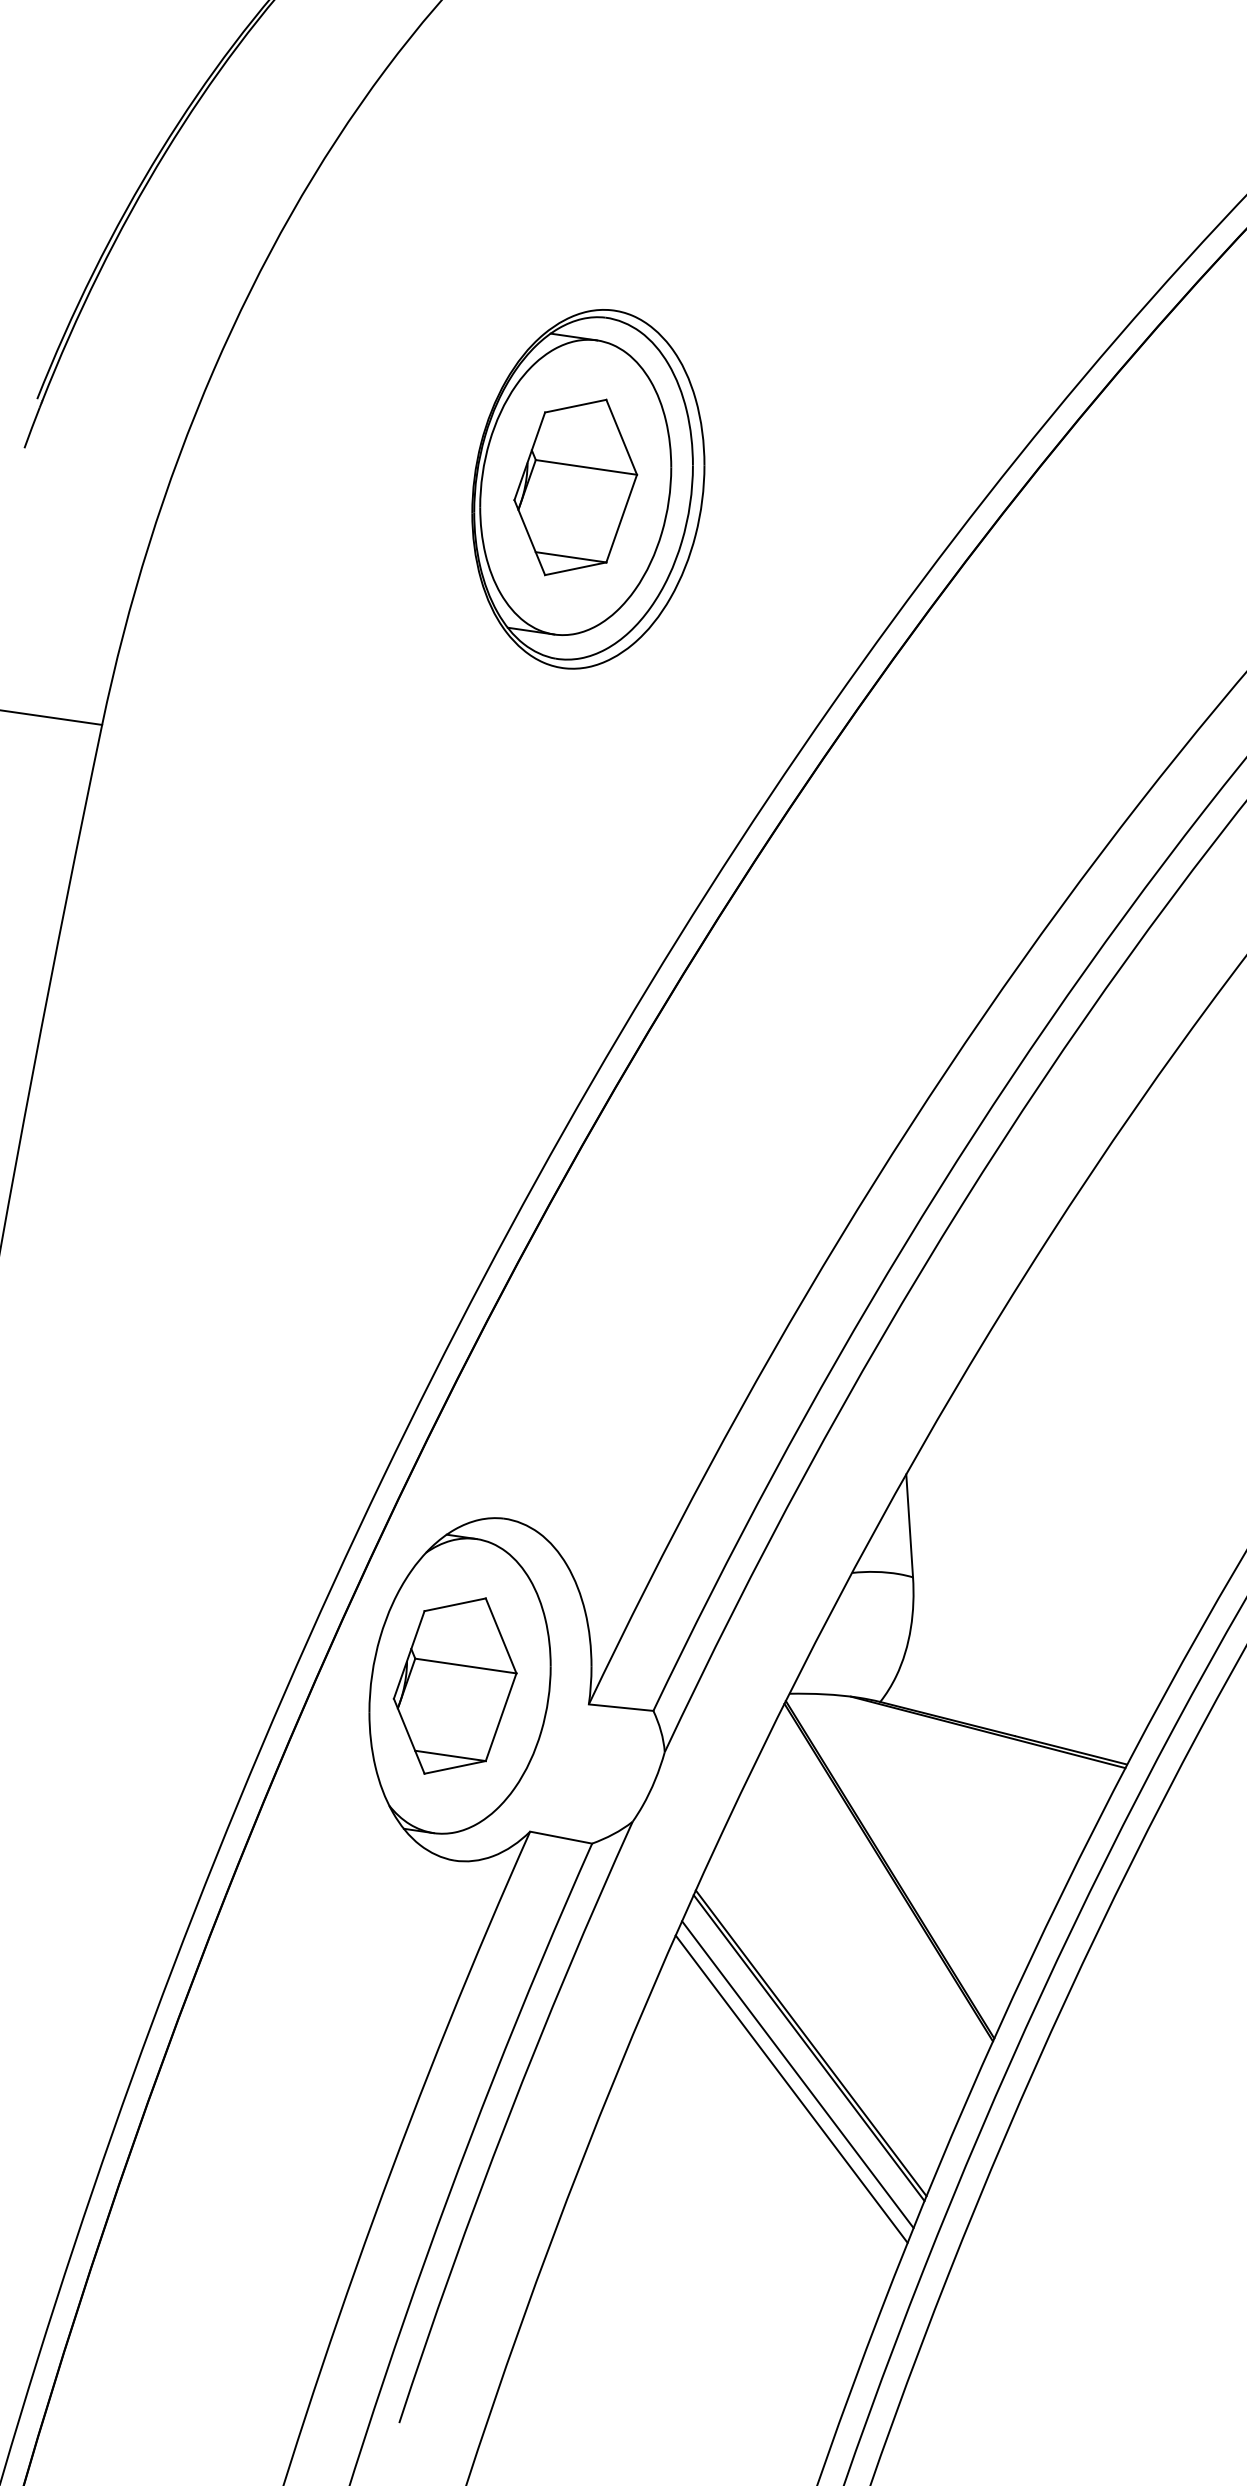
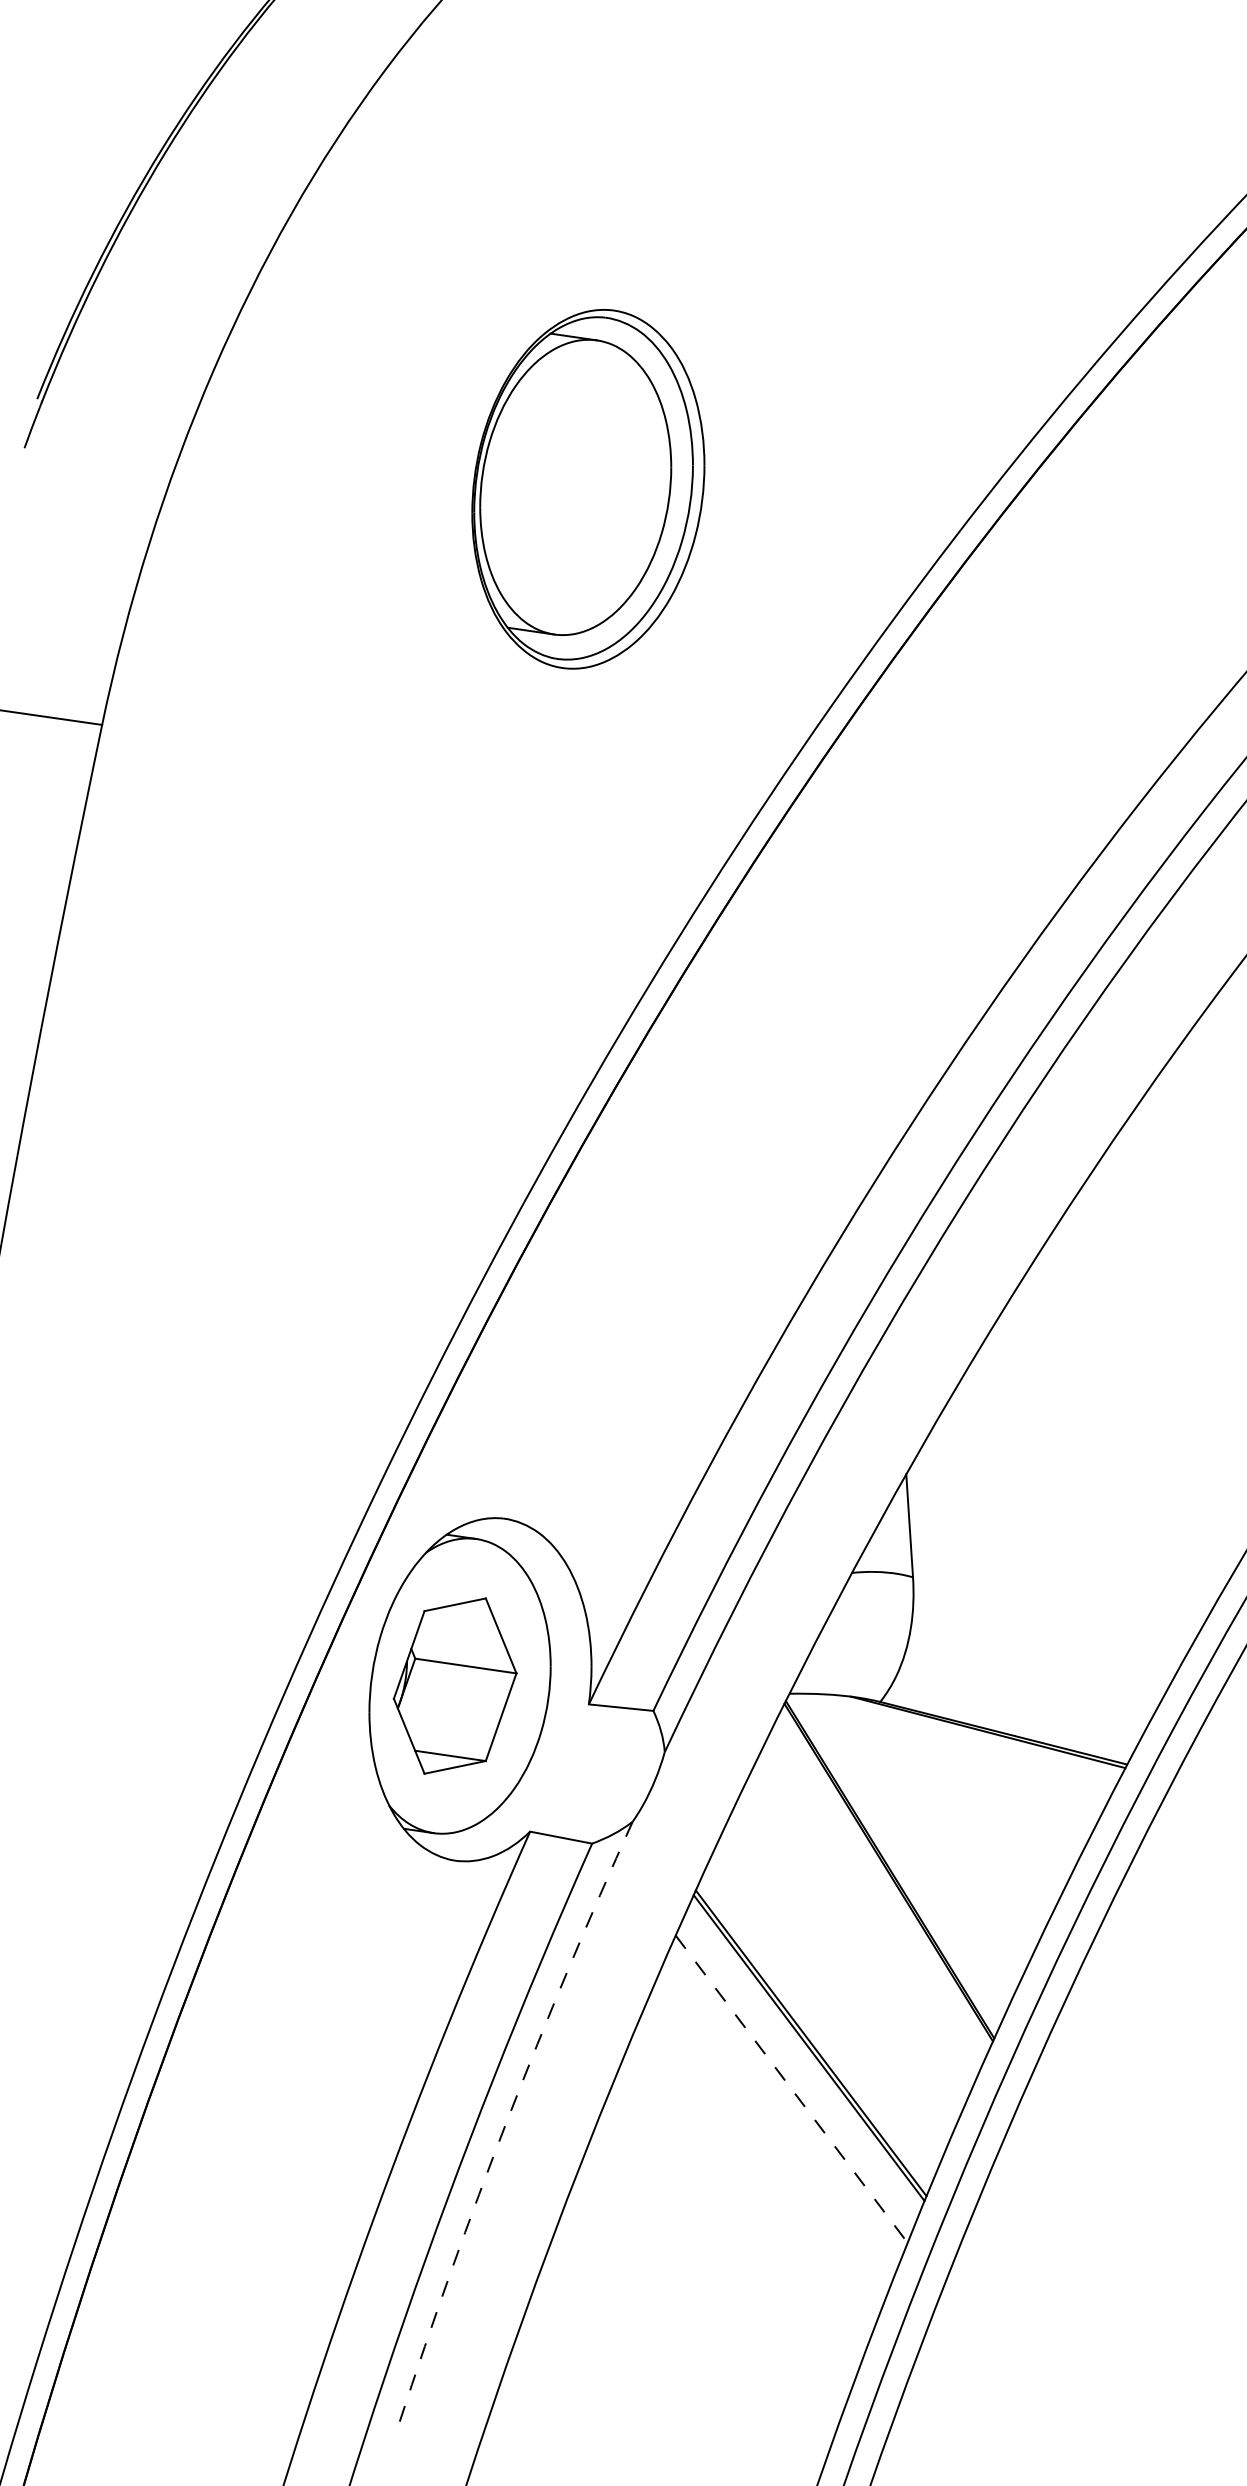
part at (575, 487): present -> none
line at (797, 2074): present -> none
line at (791, 2089): solid -> dashed
arc at (507, 2119): solid -> dashed
